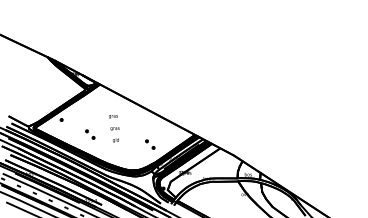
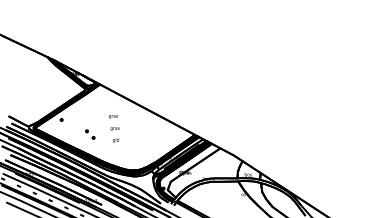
part at (150, 144): present -> none
